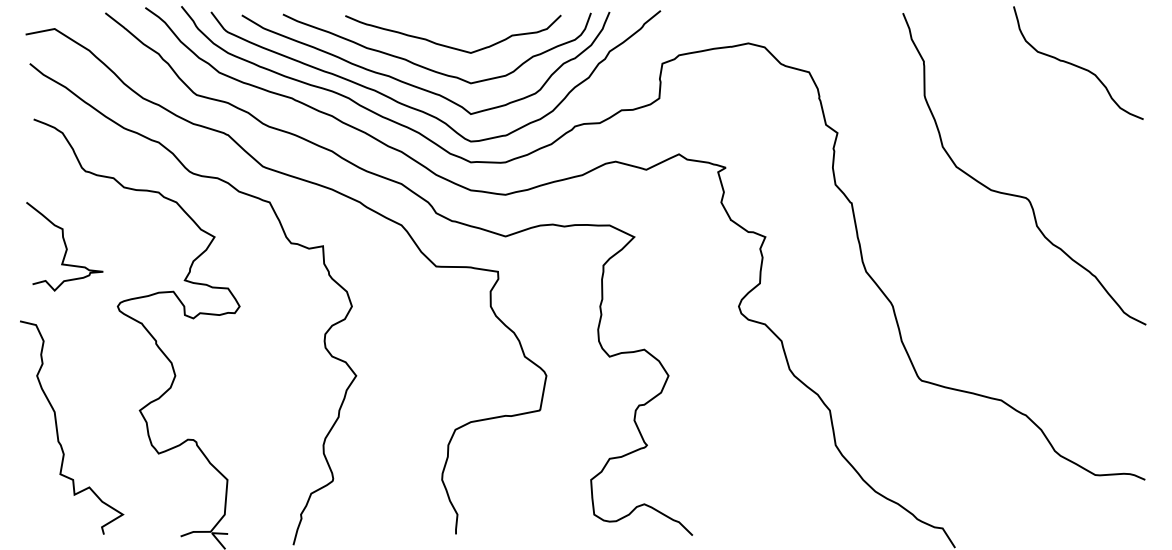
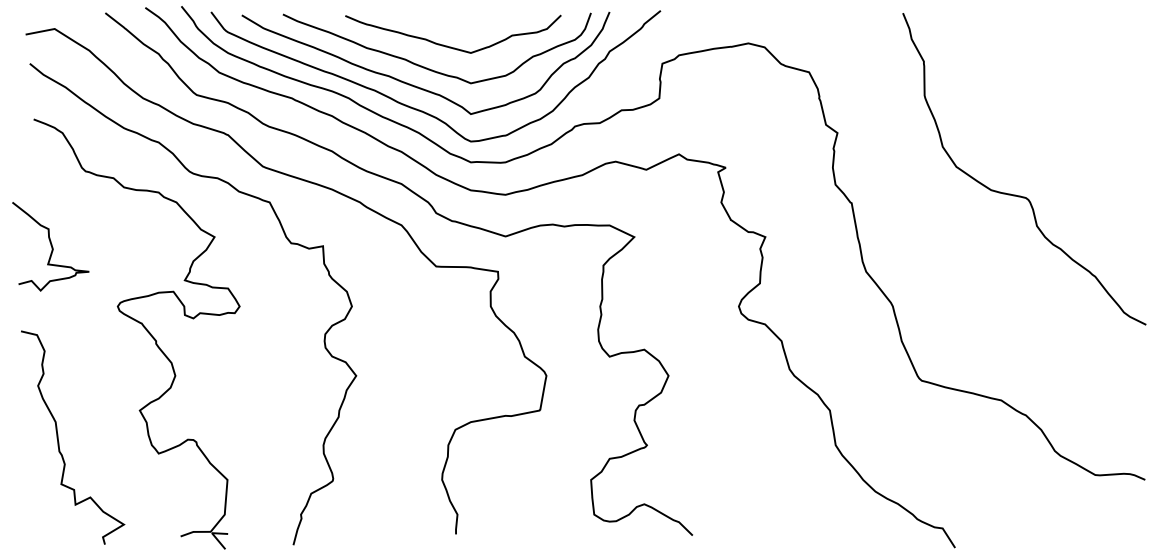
curve at (1078, 65): present -> none
curve at (64, 245) position: (64, 245) -> (50, 245)
curve at (58, 432) position: (58, 432) -> (59, 442)
